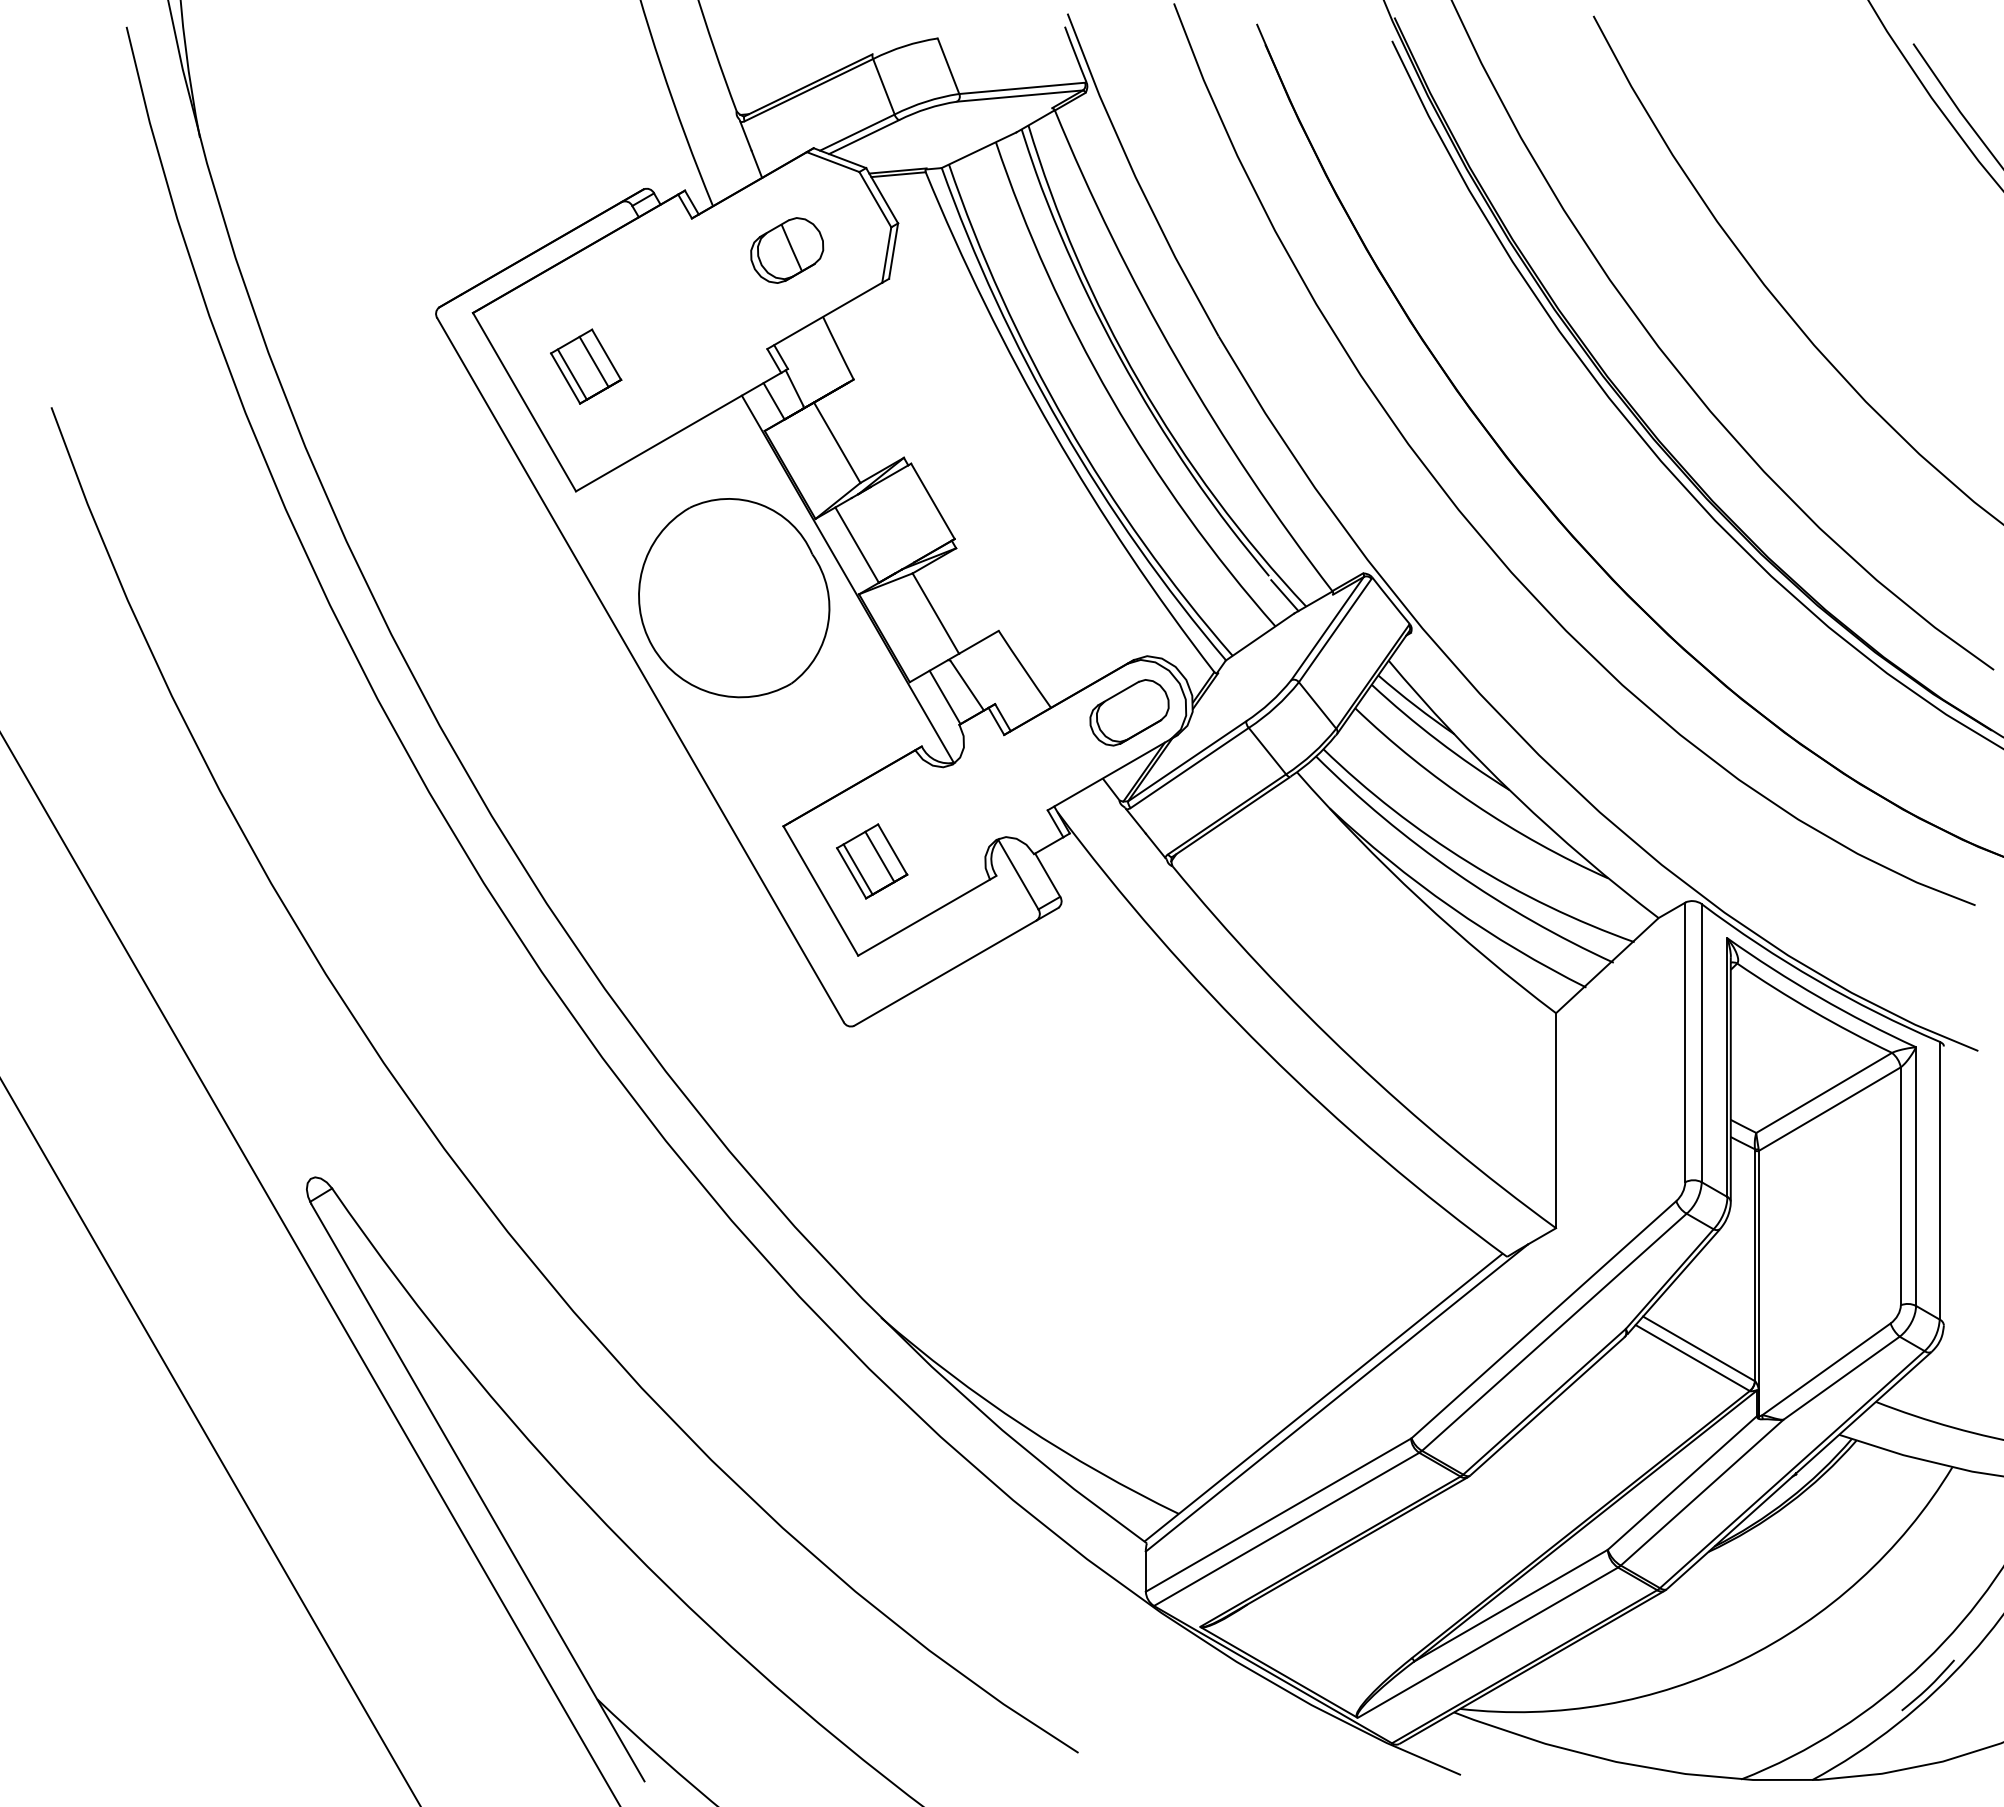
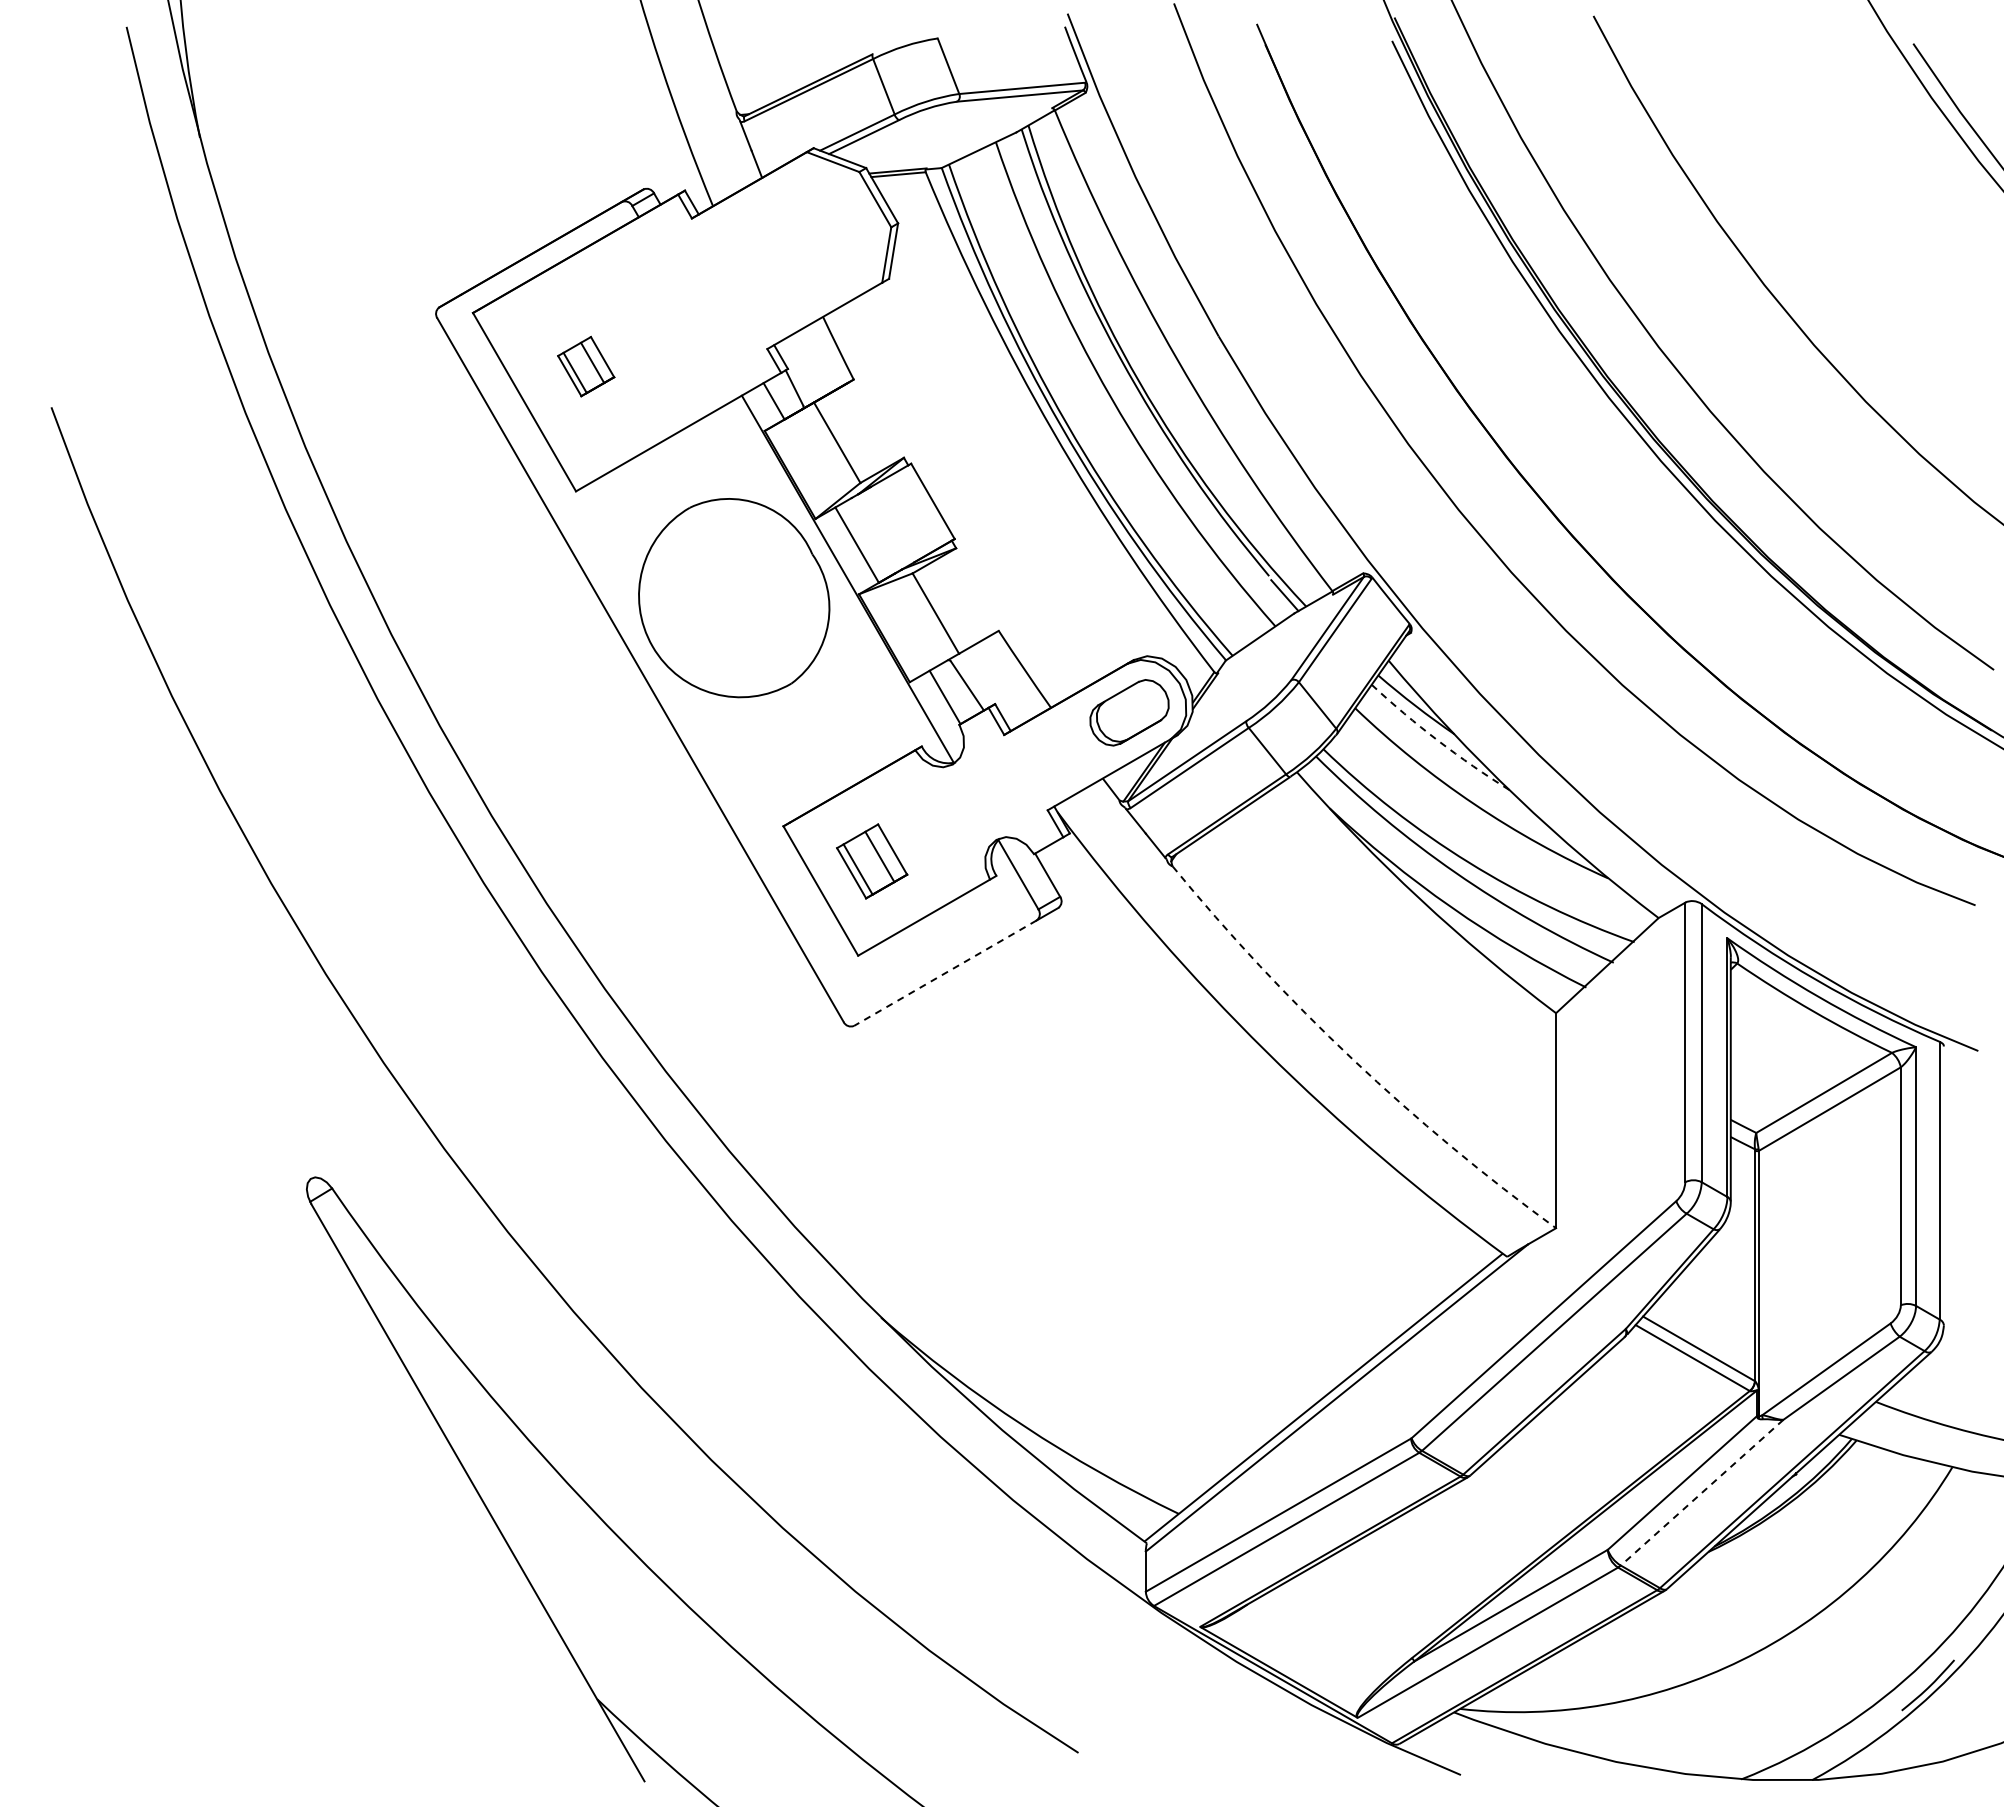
part at (787, 250): present -> none
part at (586, 366) size: 73x77 px -> 59x63 px
arc at (1438, 740): solid -> dashed
line at (944, 973): solid -> dashed
arc at (1352, 1059): solid -> dashed
line at (310, 1269): present -> none
line at (210, 1442): present -> none
line at (1701, 1493): solid -> dashed
